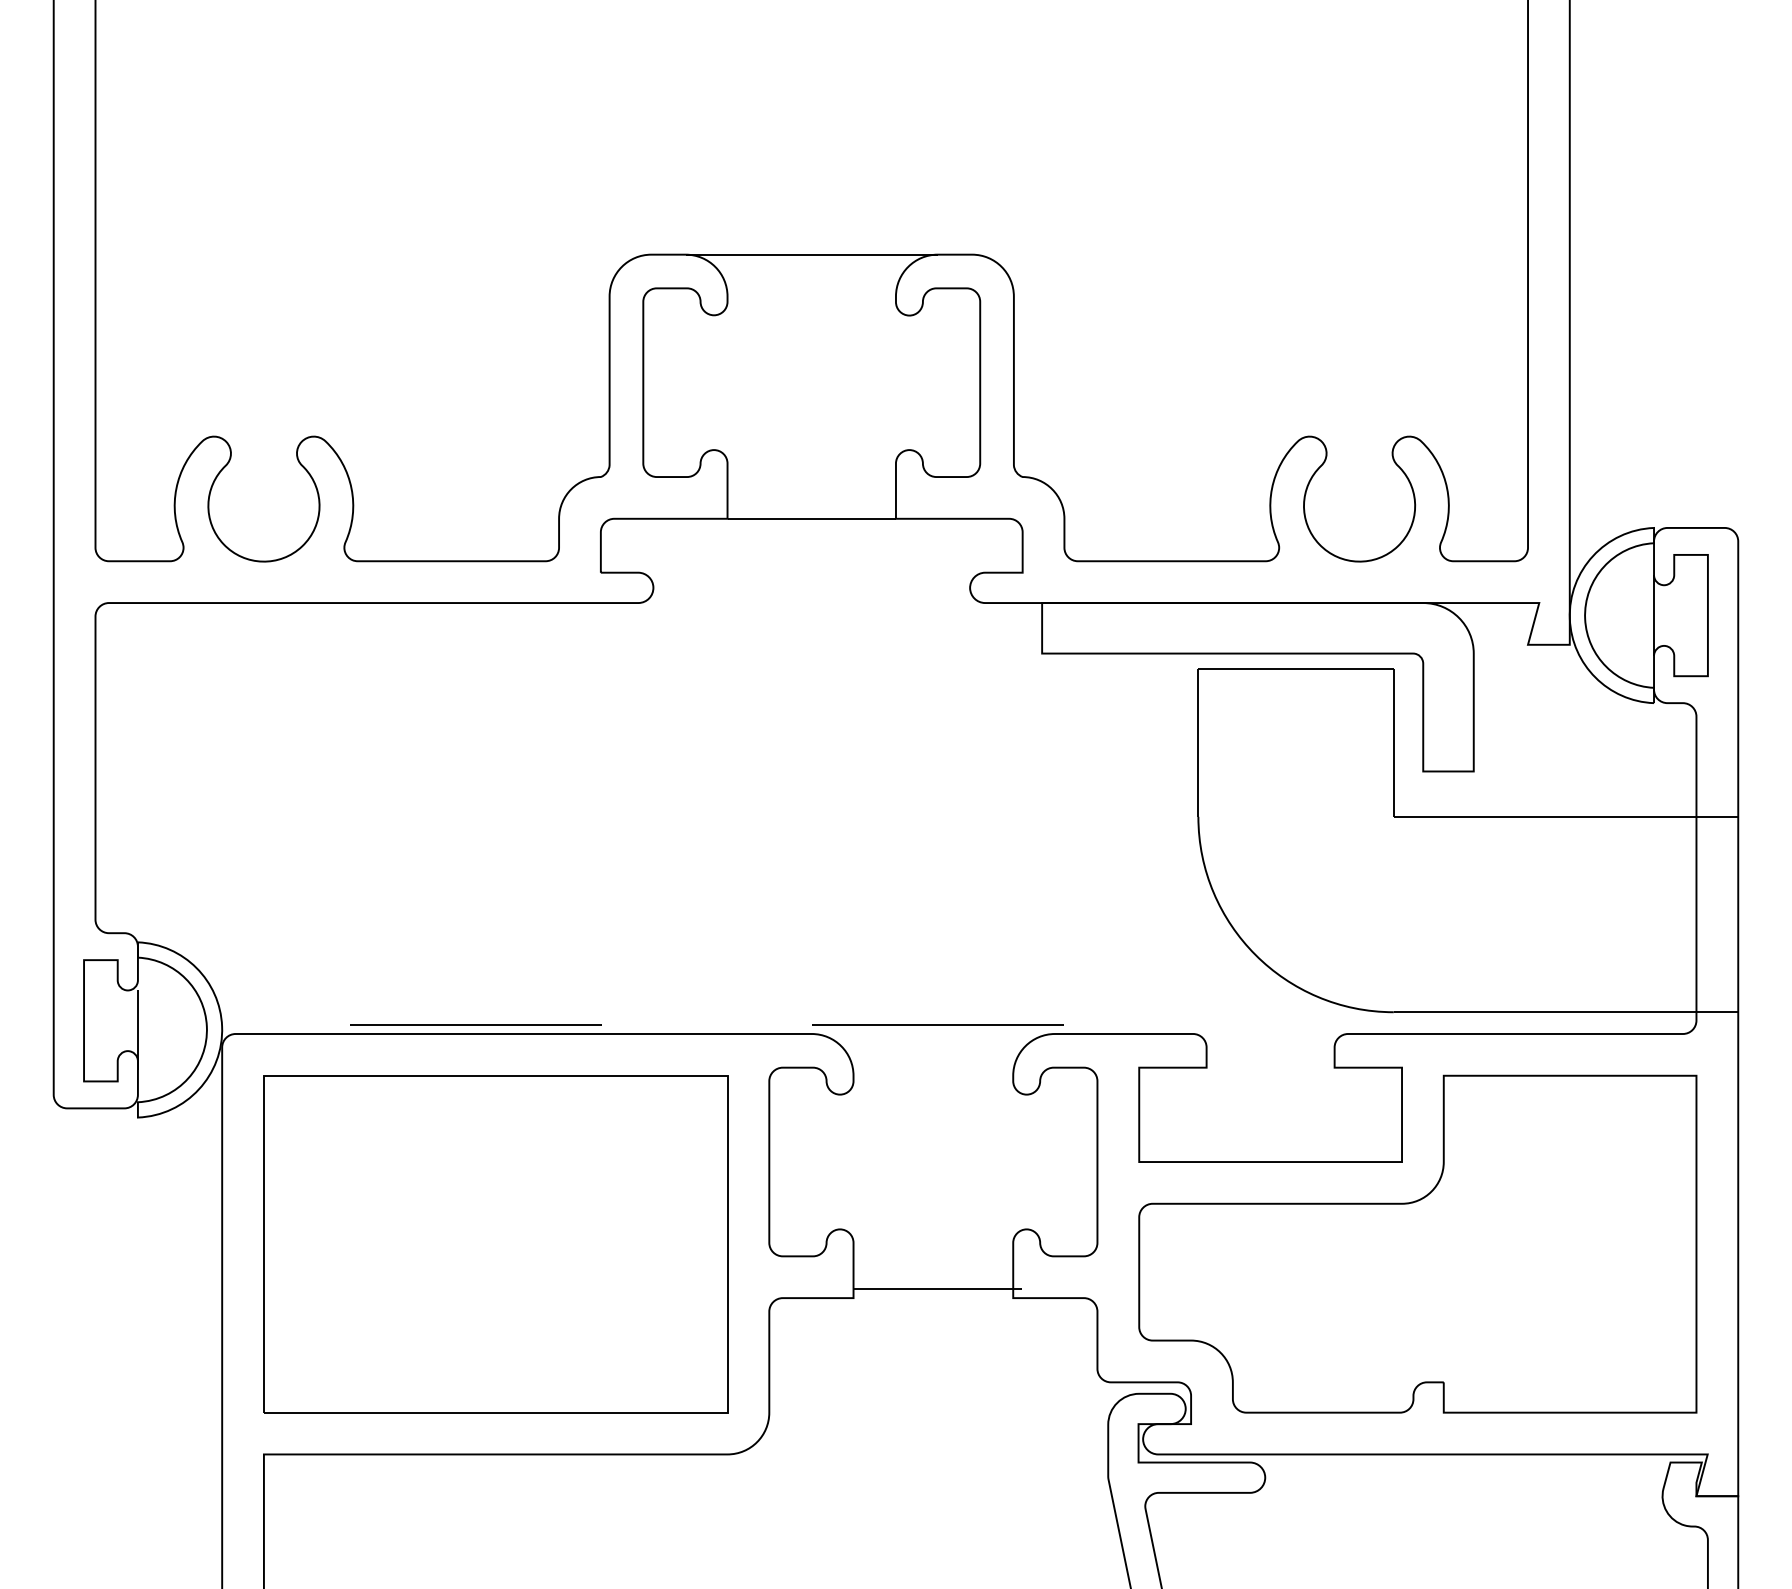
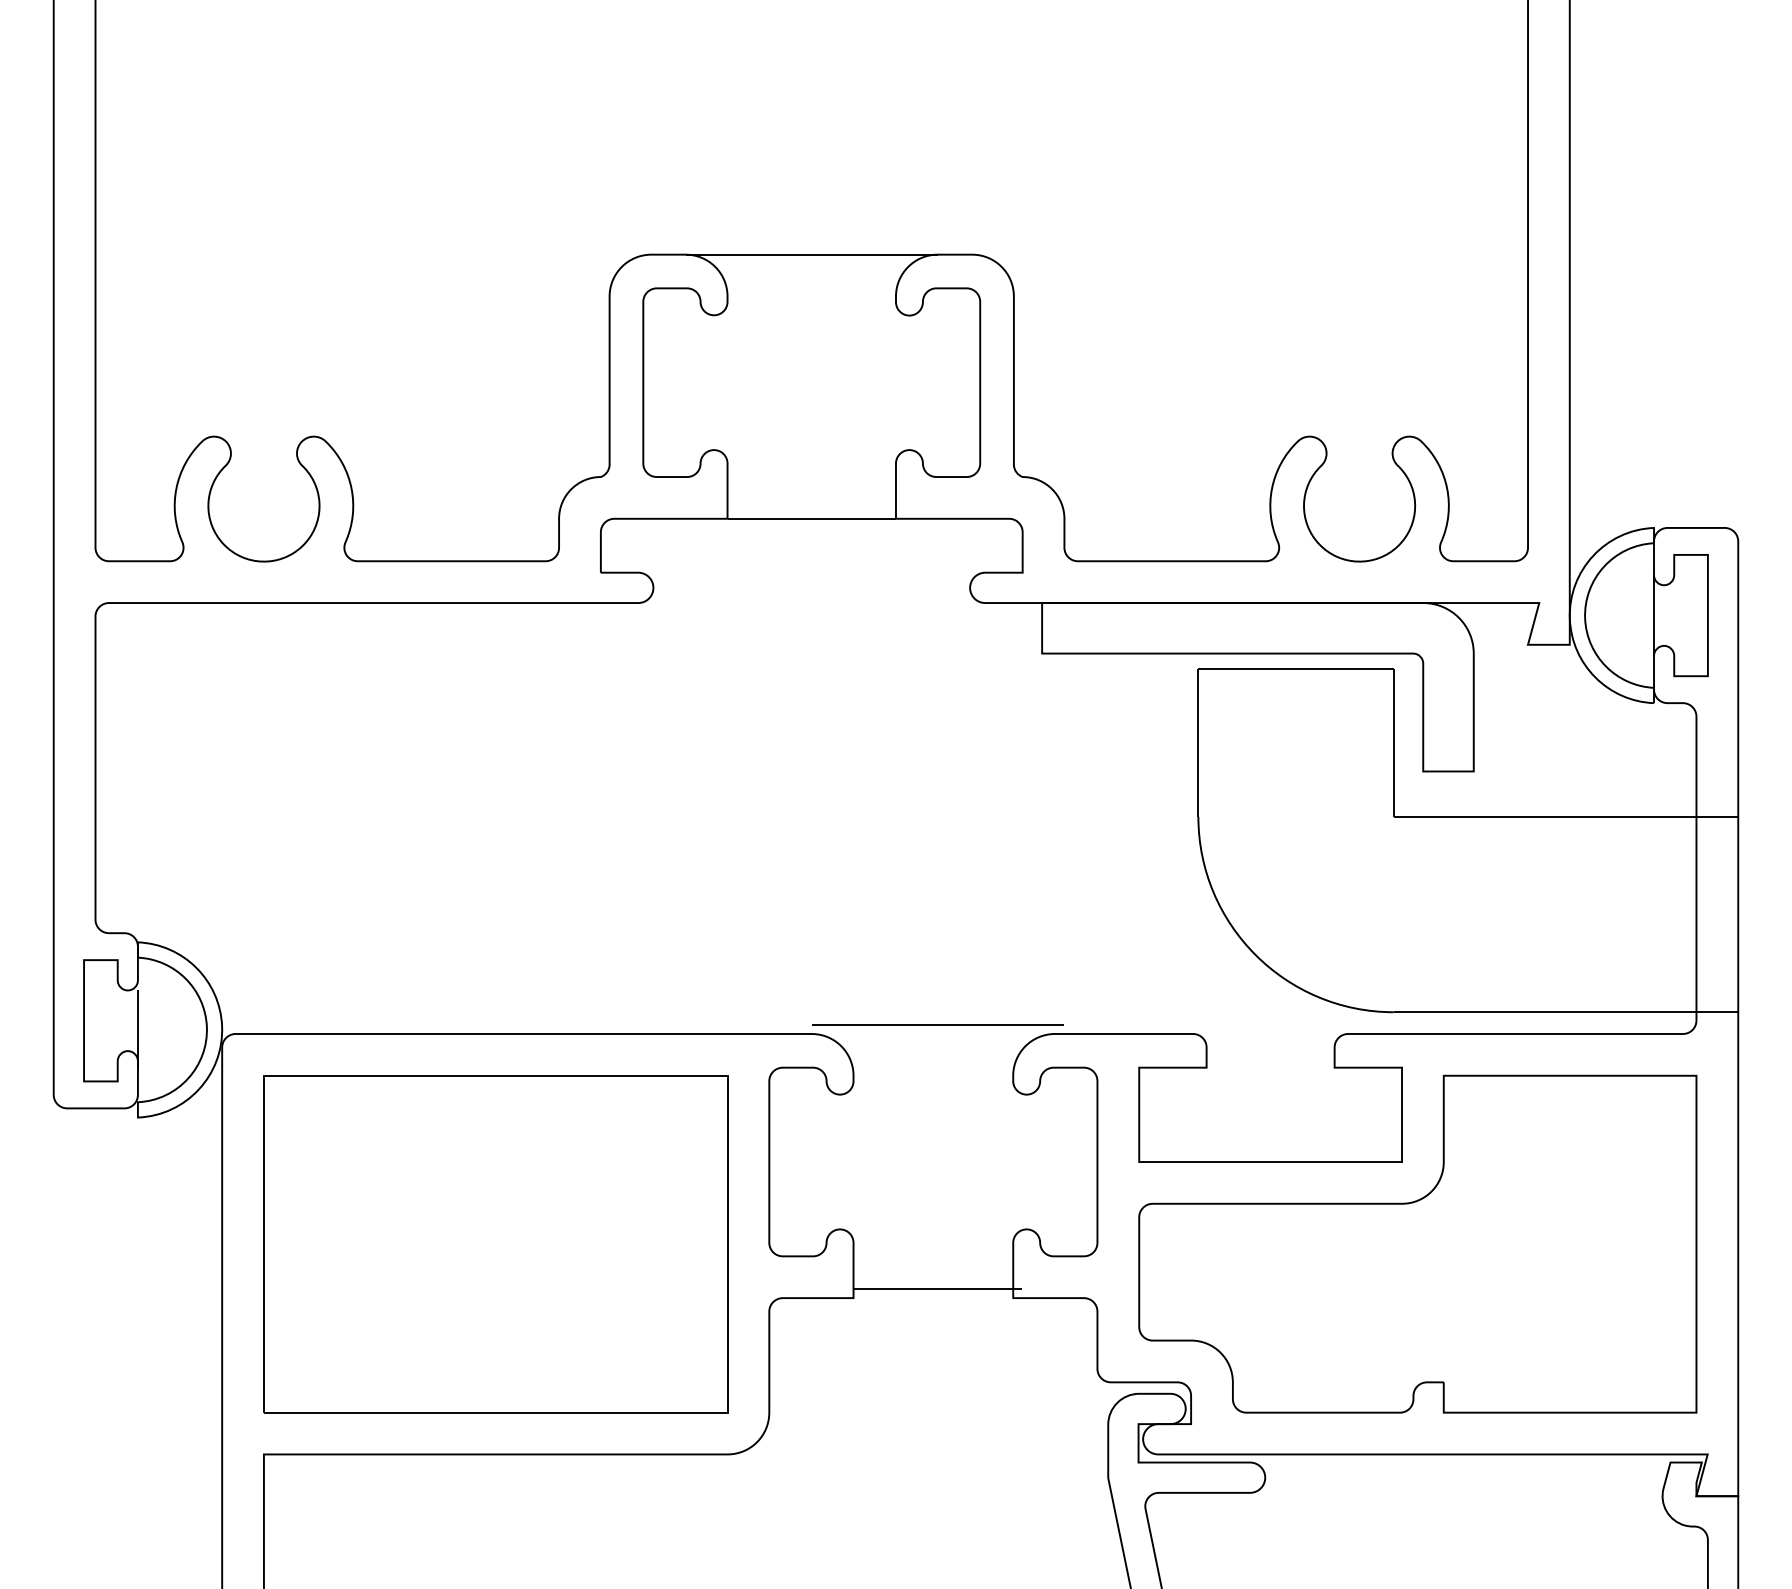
line at (475, 1024): present -> none
